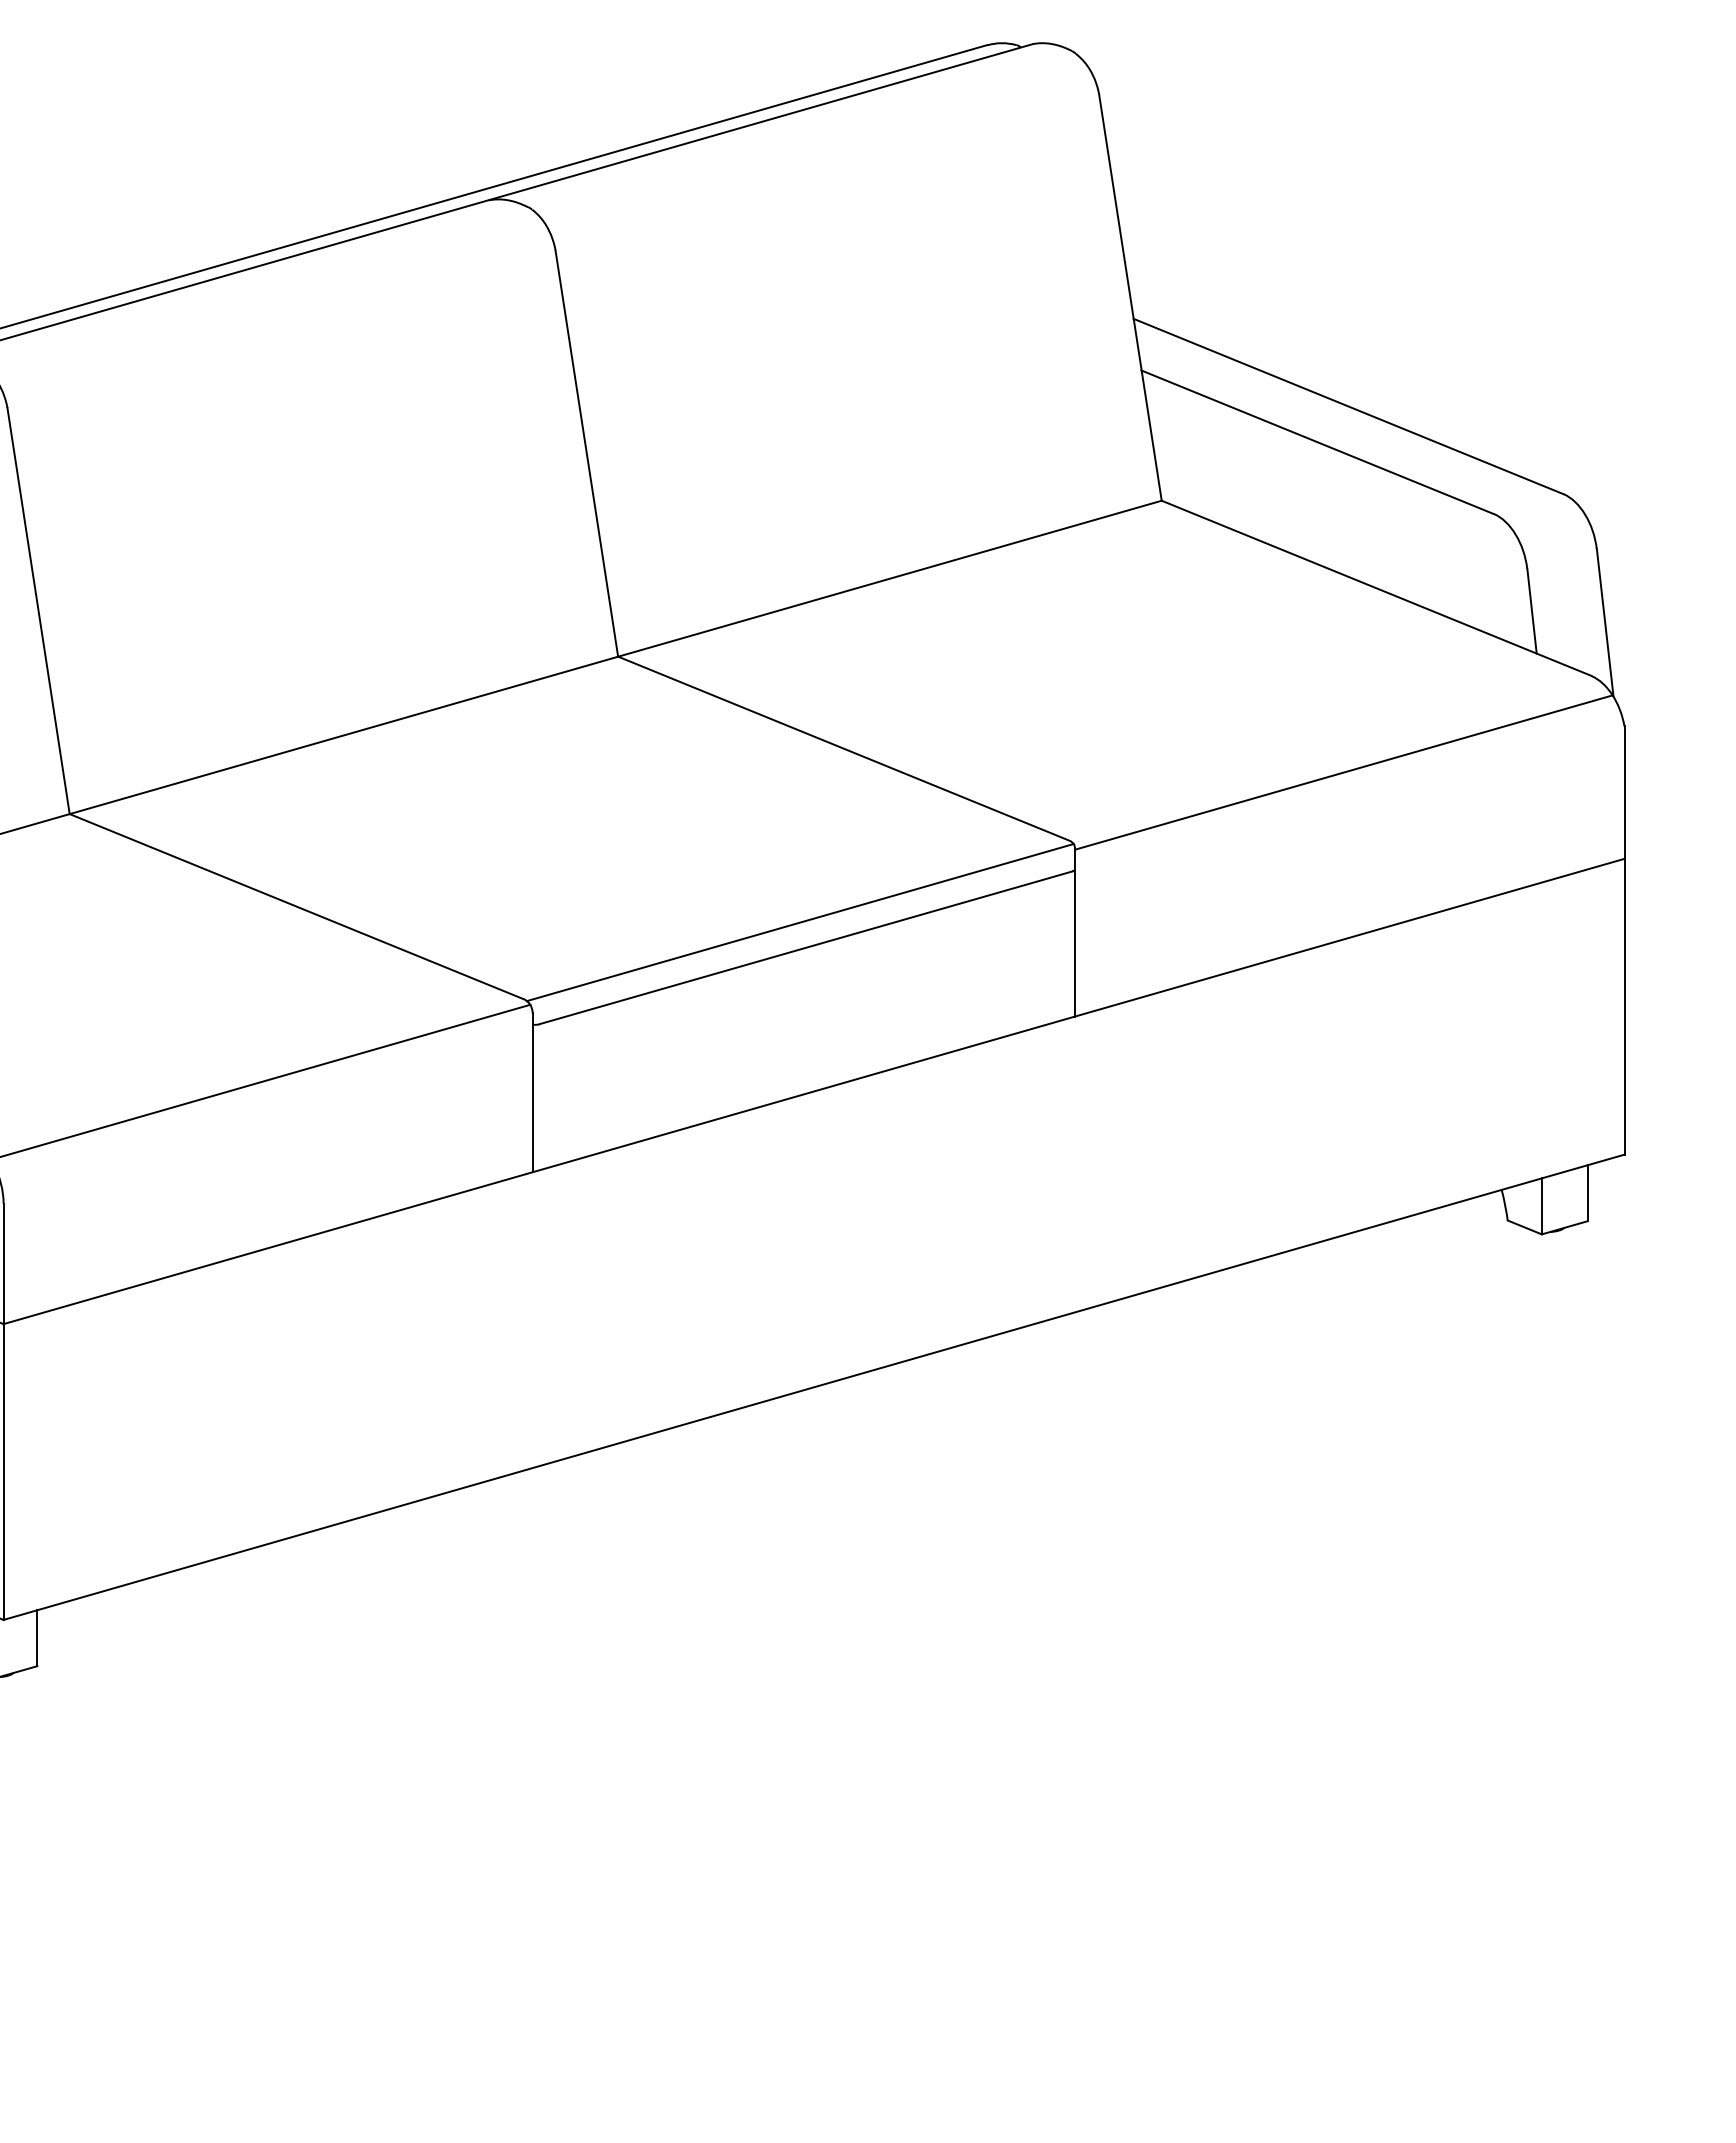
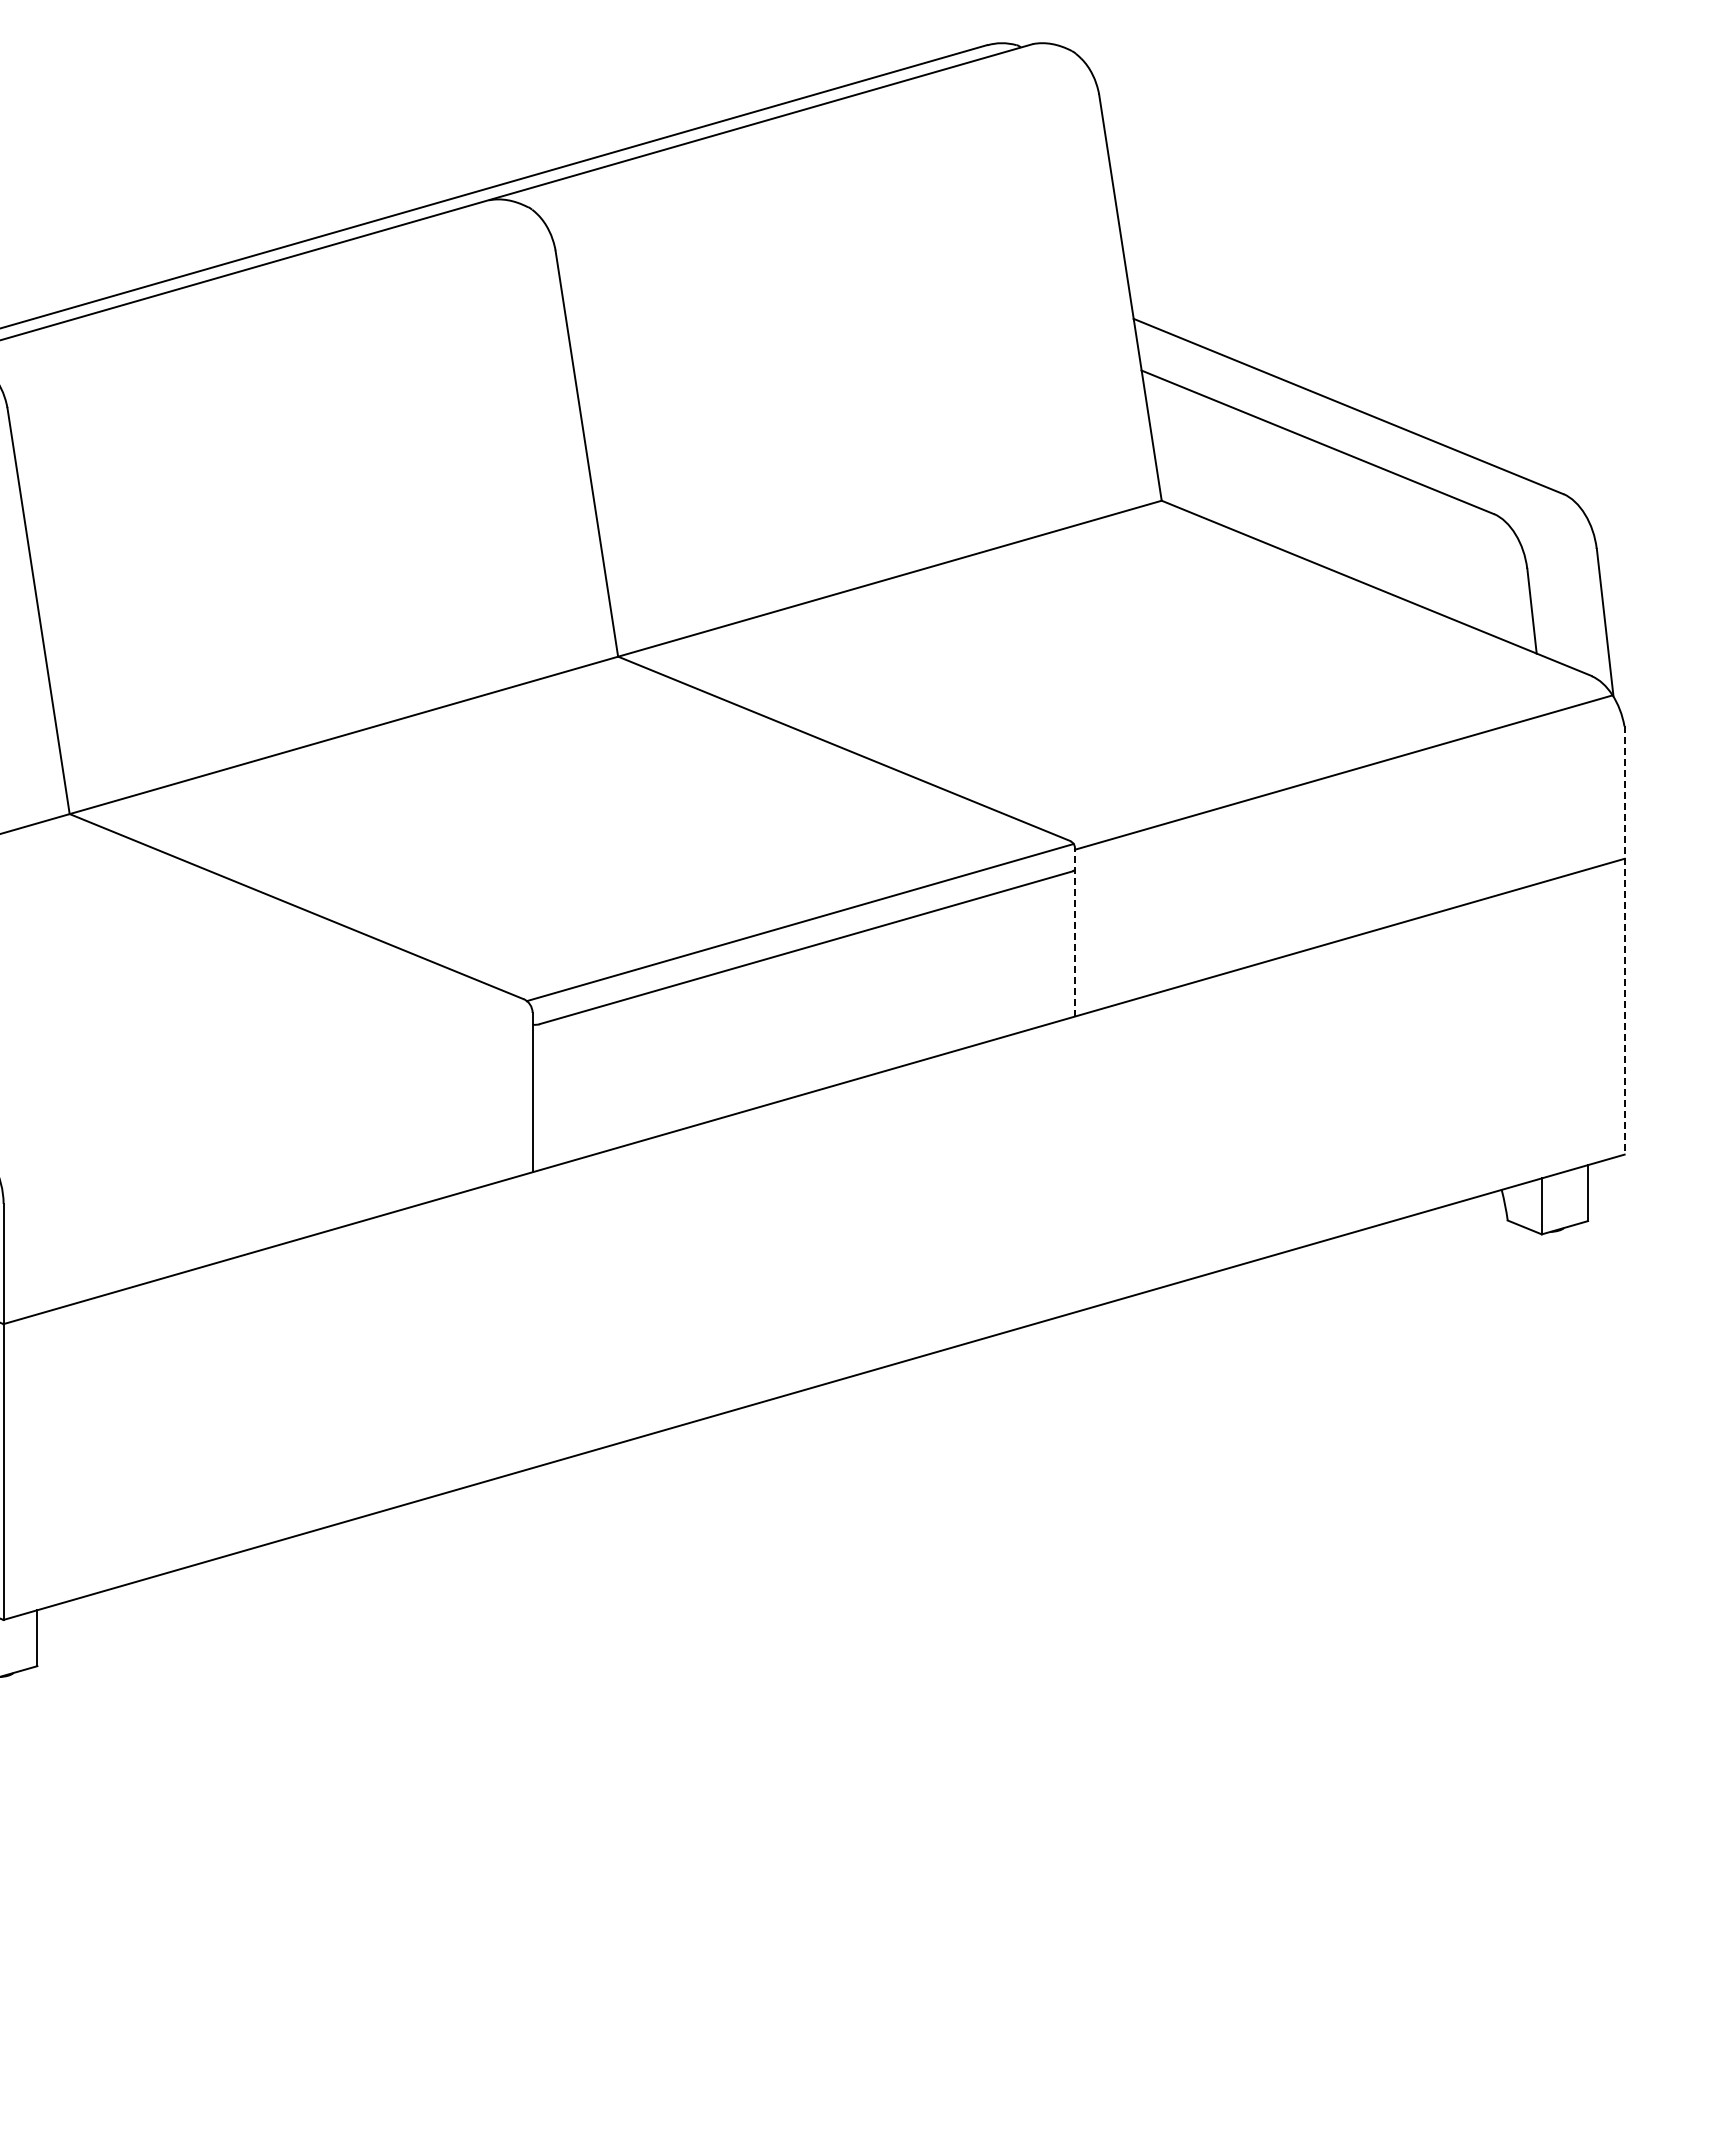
line at (1075, 931): solid -> dashed
line at (1624, 941): solid -> dashed
line at (266, 1080): present -> none
